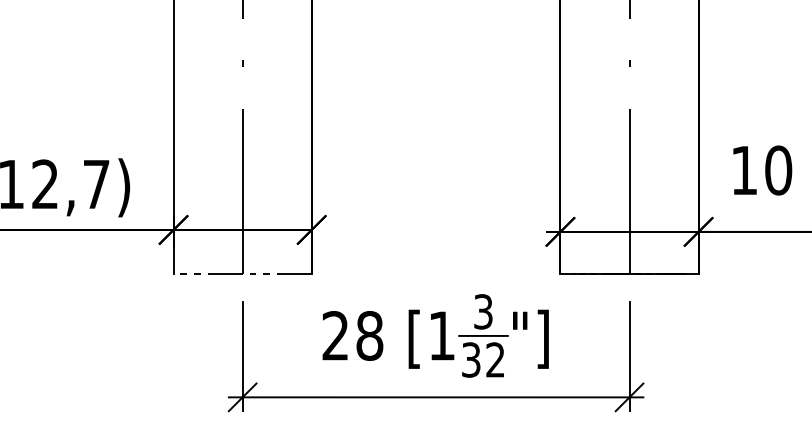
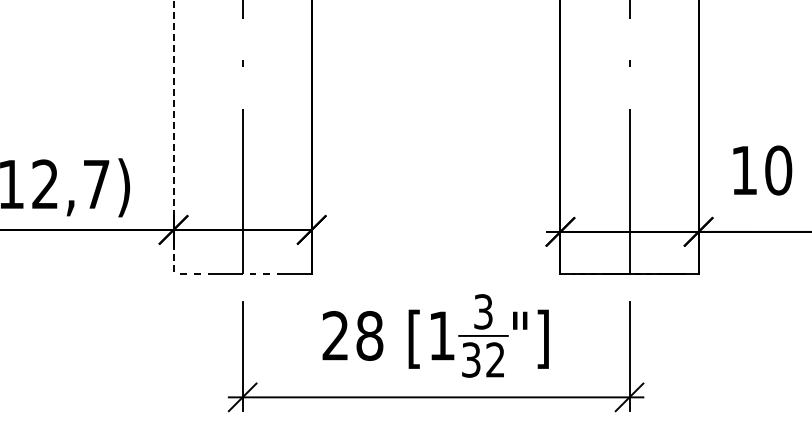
line at (173, 137): solid -> dashed
